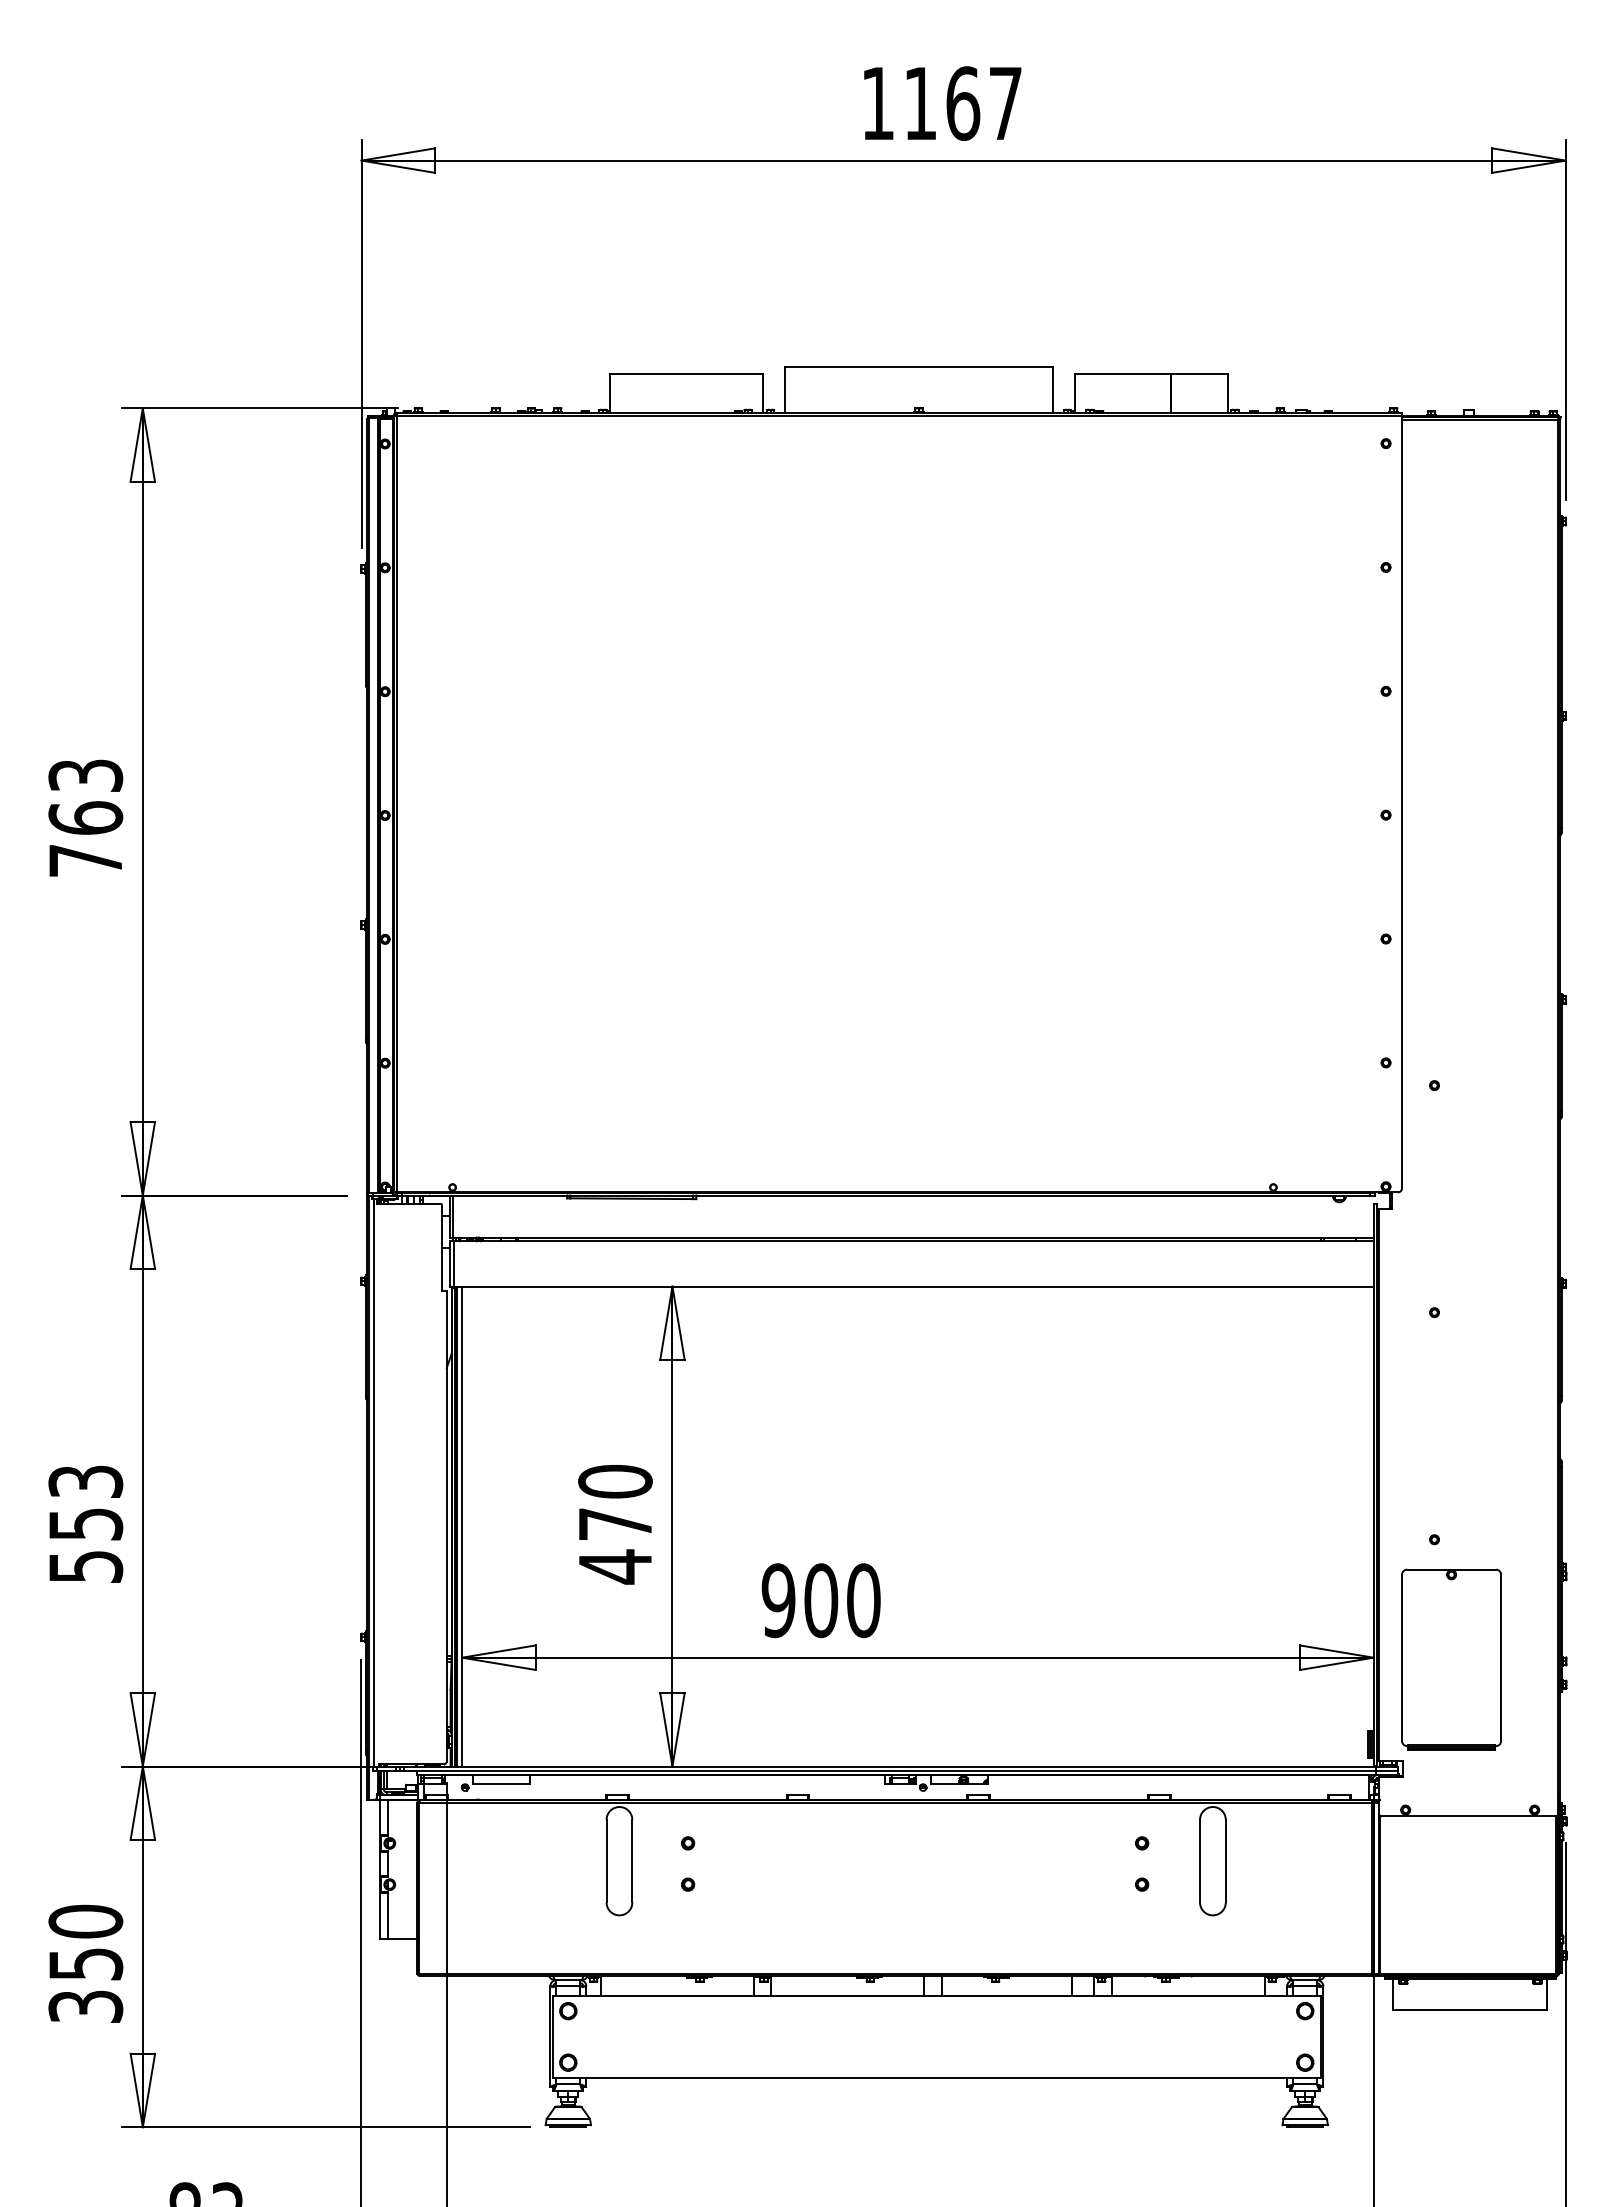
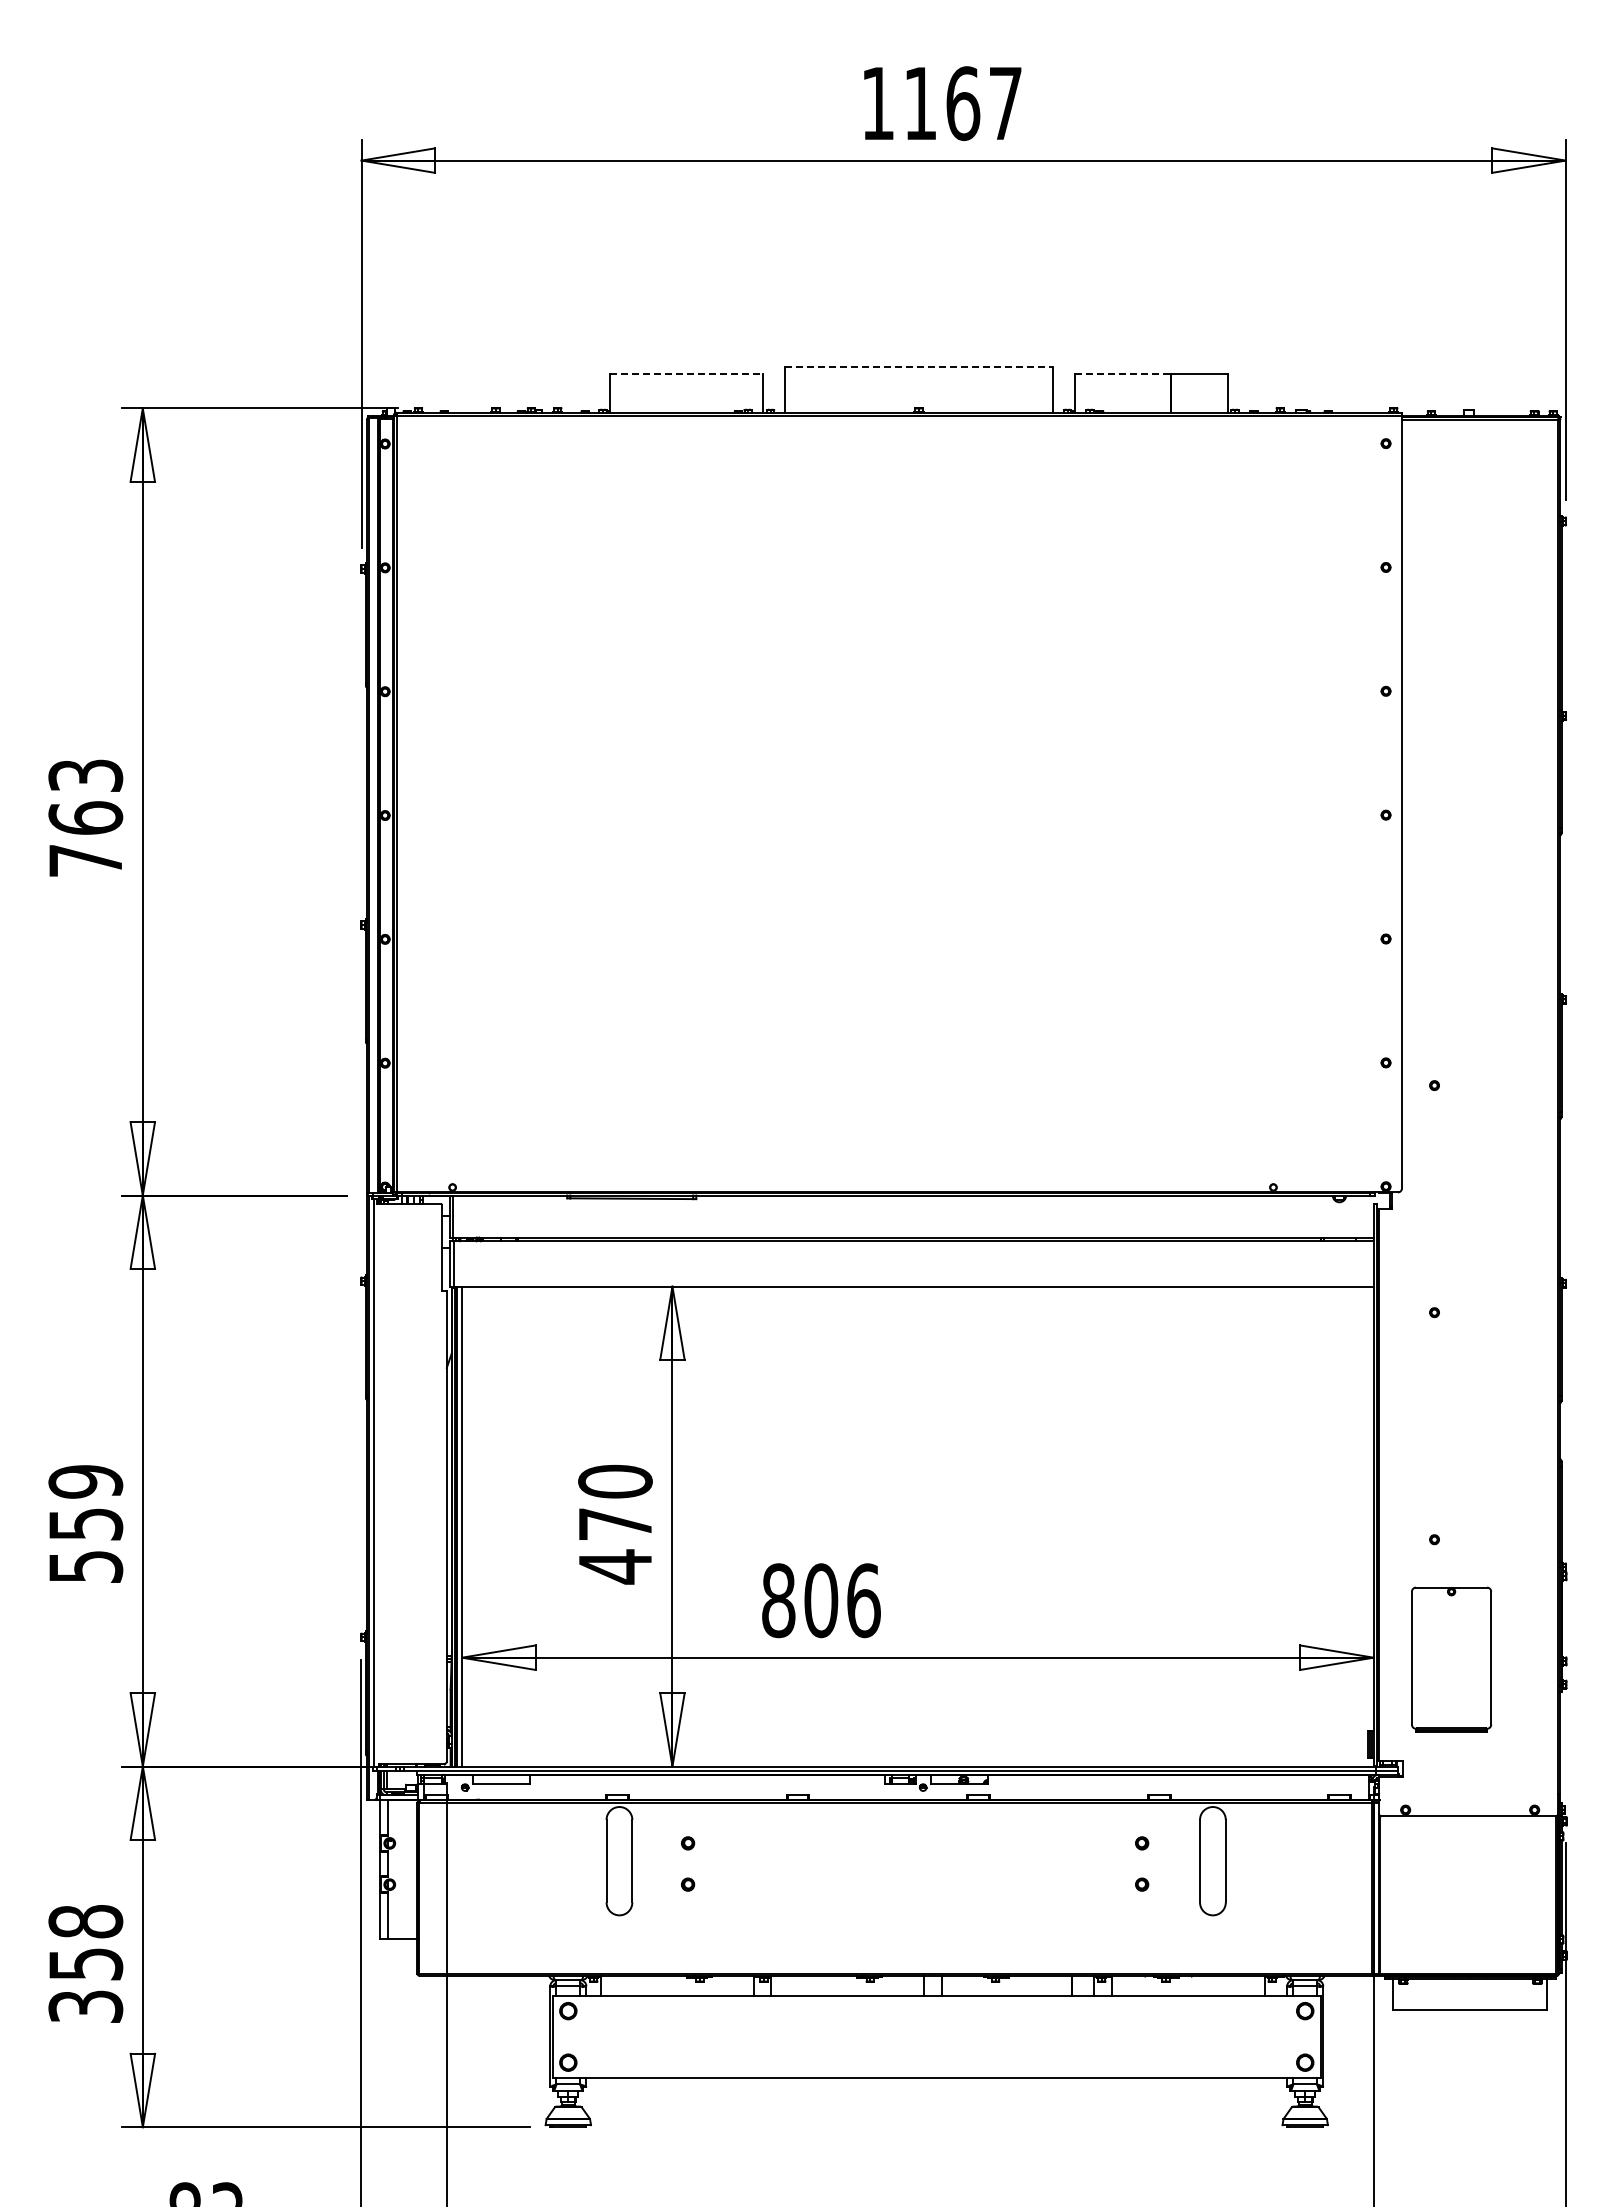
line at (919, 367): solid -> dashed
line at (687, 374): solid -> dashed
line at (1122, 374): solid -> dashed
text at (85, 1481): 553 -> 559
text at (820, 1600): 900 -> 806
part at (1451, 1659) size: 101x183 px -> 81x147 px
text at (85, 1921): 350 -> 358
